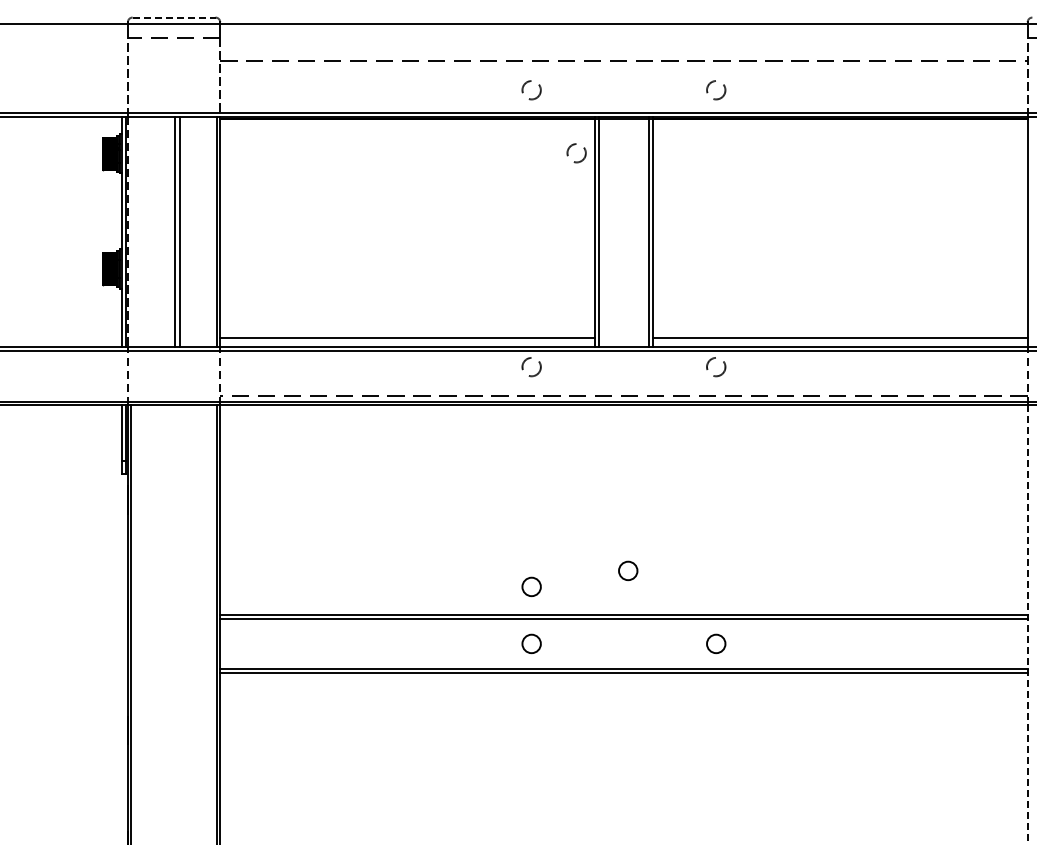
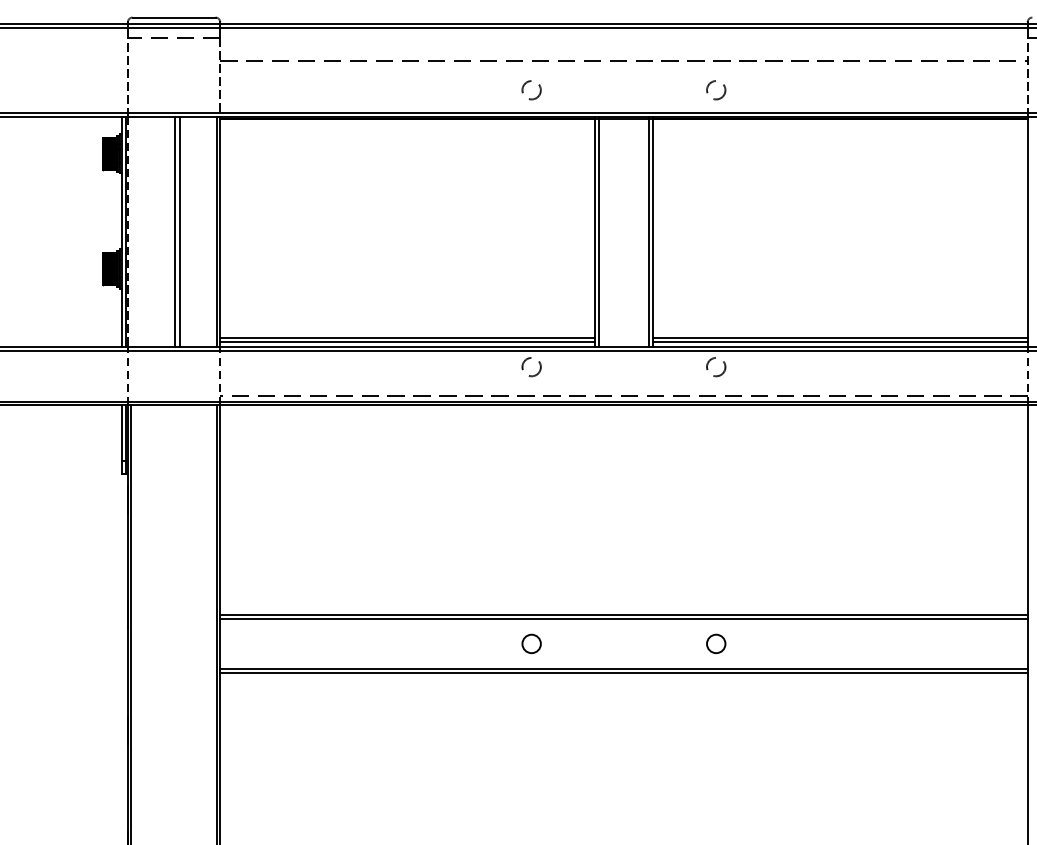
line at (174, 17): dashed -> solid
line at (517, 27): none -> present
circle at (576, 153): present -> none
line at (407, 341): none -> present
line at (839, 341): none -> present
circle at (628, 570): present -> none
circle at (531, 586): present -> none
line at (1027, 625): dashed -> solid
